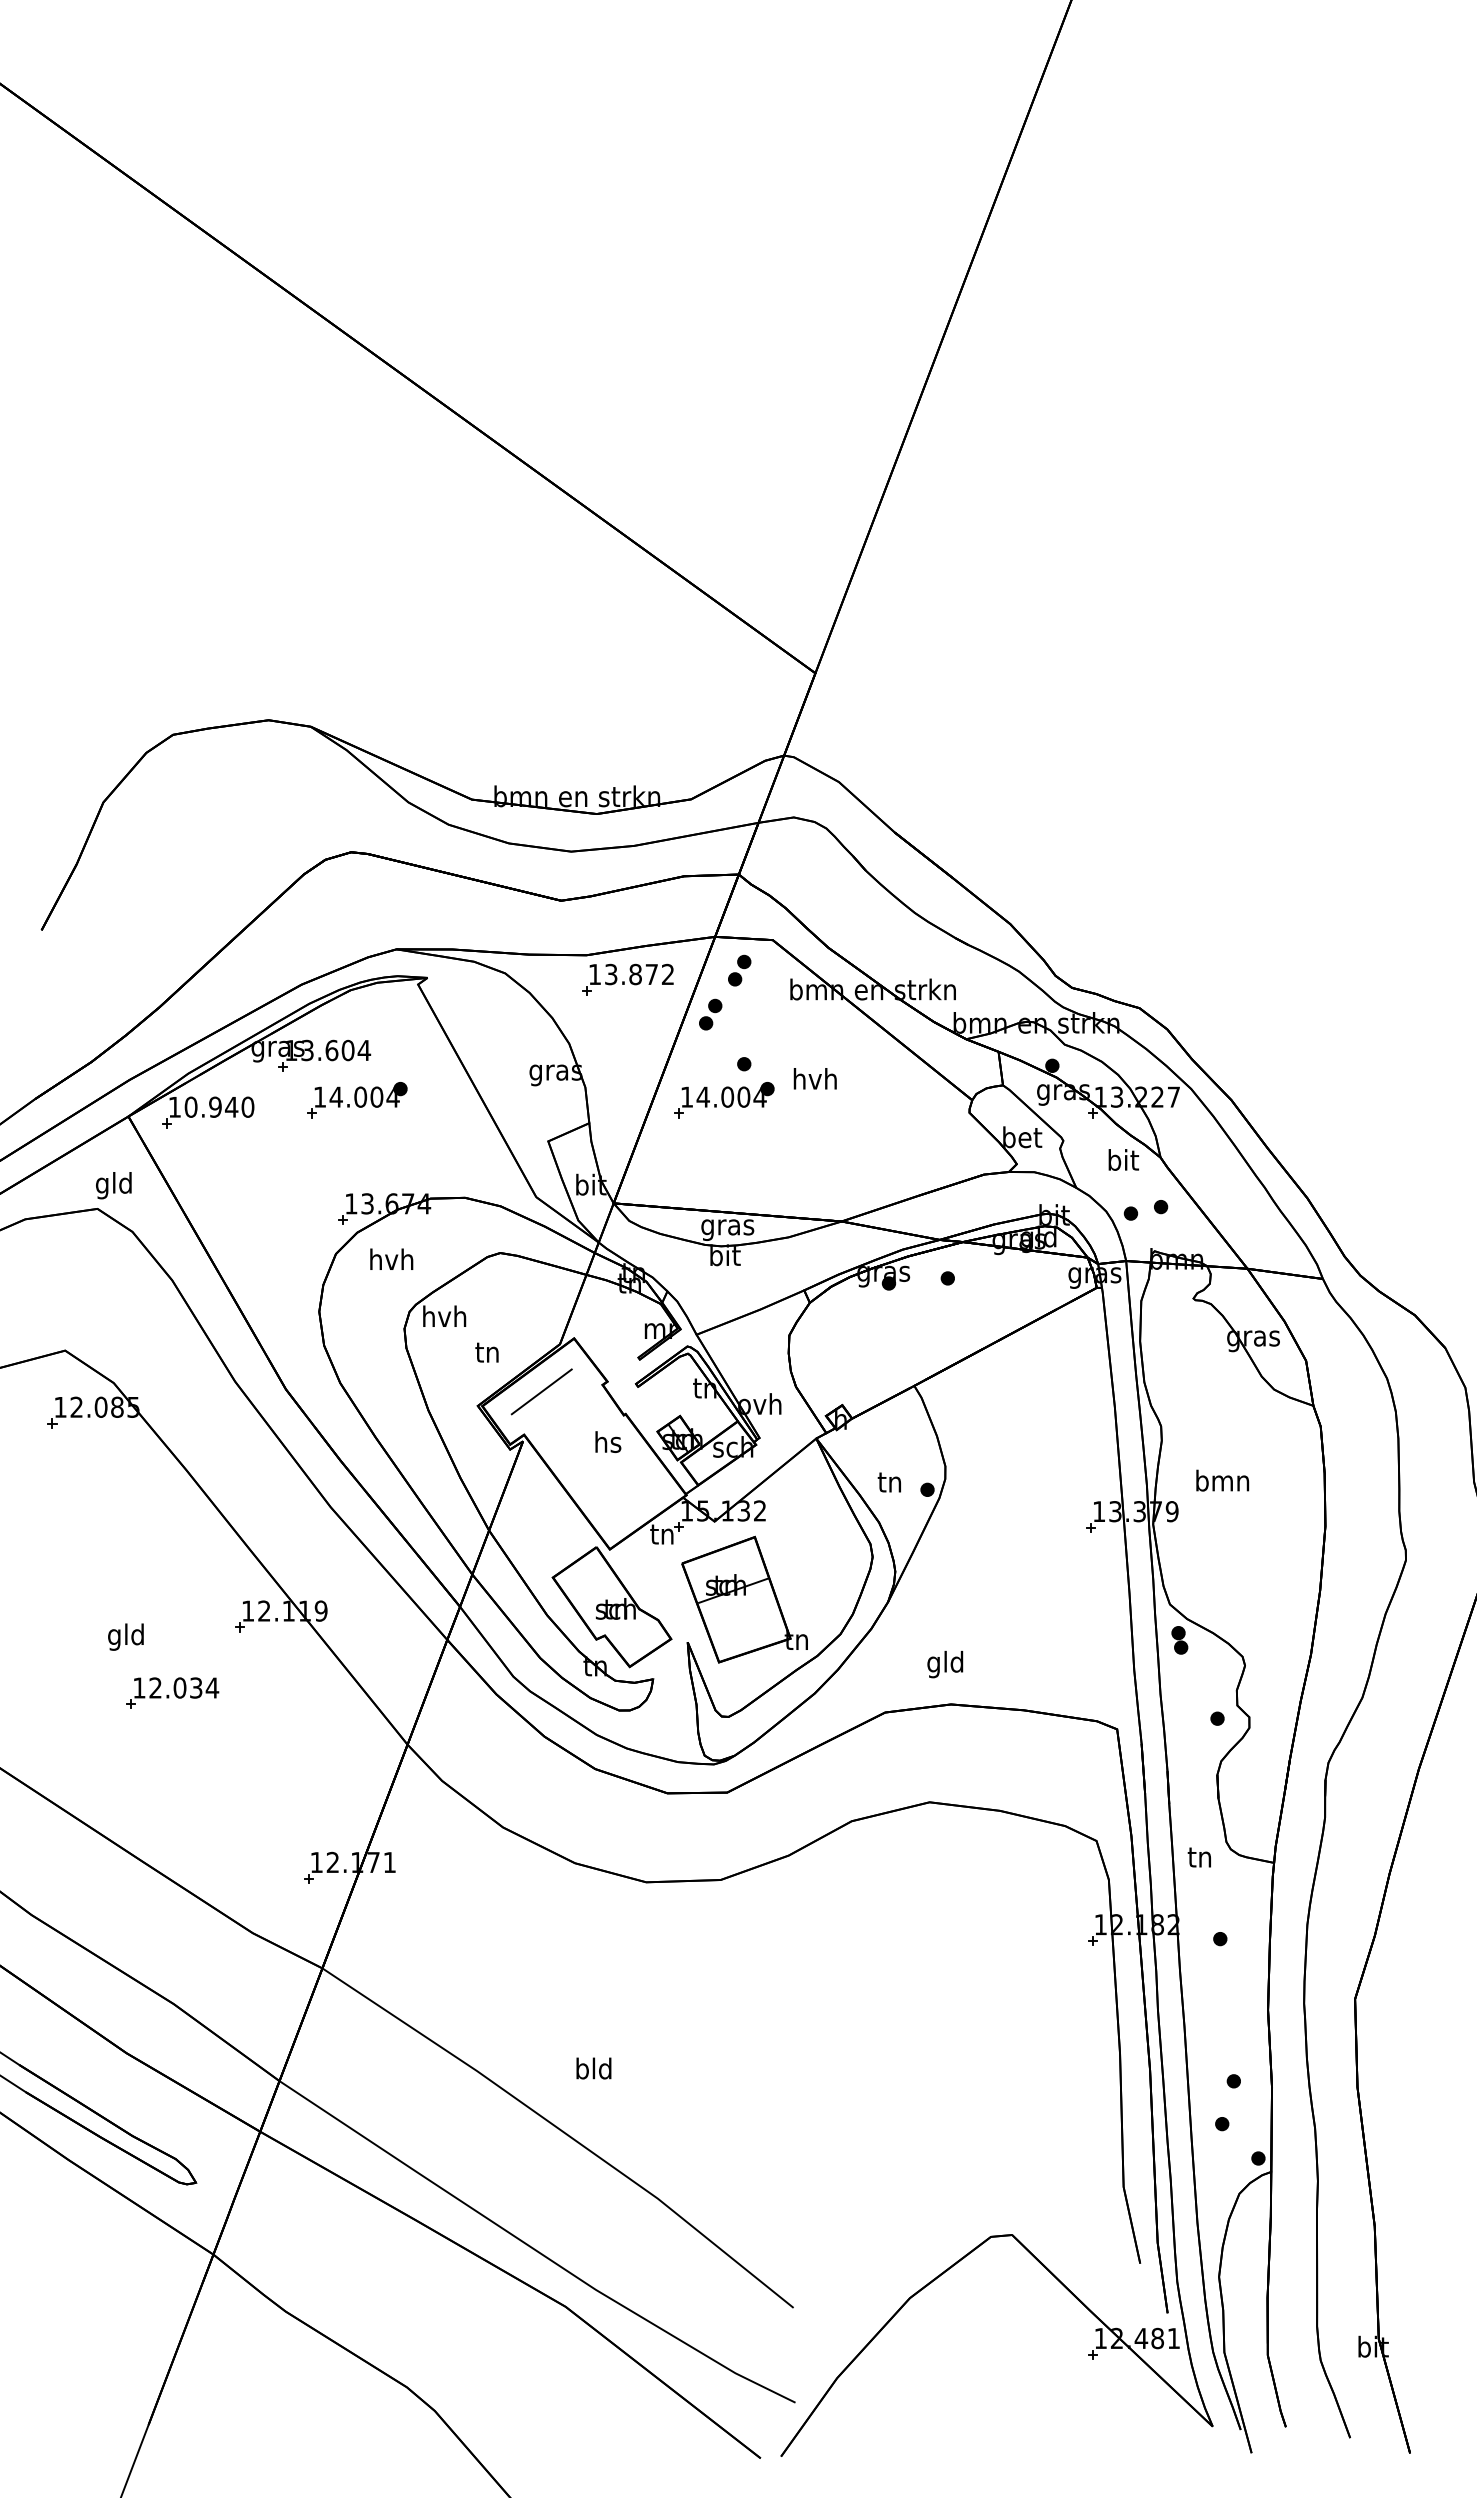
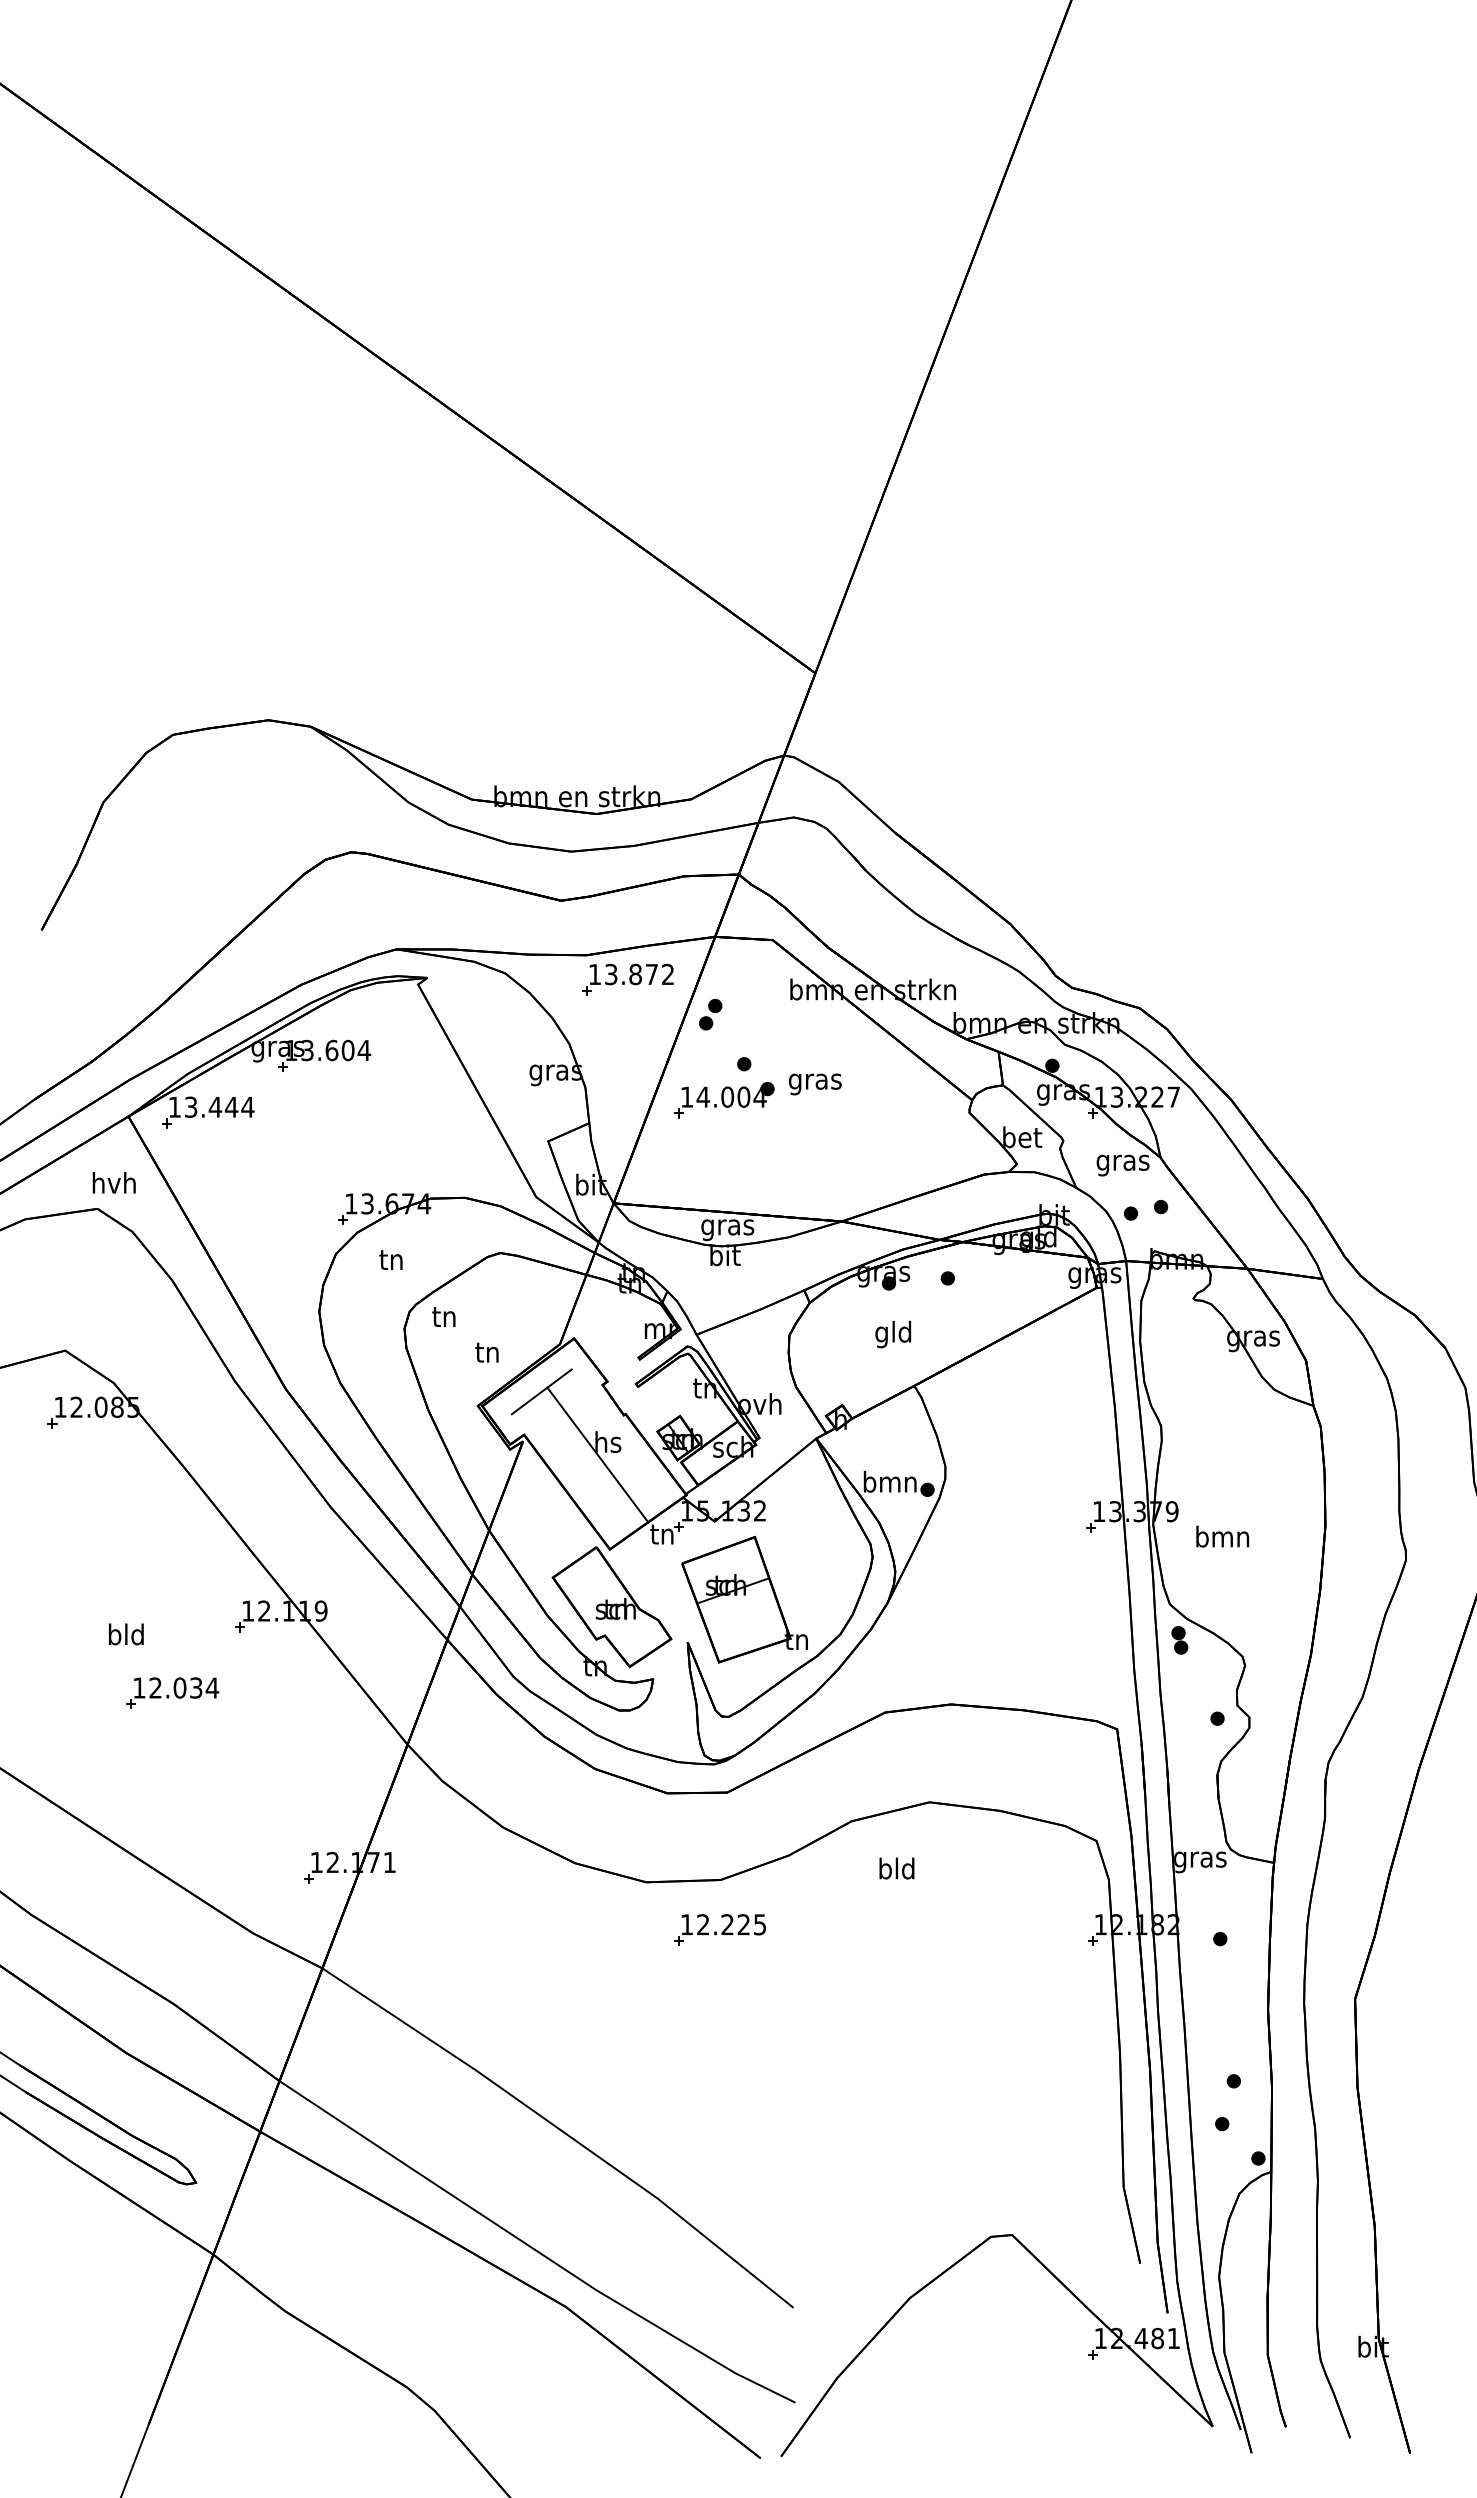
part at (739, 970): present -> none
text at (814, 1081): hvh -> gras
part at (357, 1100): present -> none
text at (219, 1106): 10.940 -> 13.444
text at (1122, 1162): bit -> gras
text at (113, 1185): gld -> hvh
text at (391, 1258): hvh -> tn
text at (444, 1315): hvh -> tn
line at (597, 1454): none -> present
text at (1222, 1480) position: (1222, 1480) -> (1222, 1536)
text at (889, 1481): tn -> bmn
text at (114, 1636): gld -> bld
text at (945, 1664) position: (945, 1664) -> (893, 1334)
text at (1200, 1860): tn -> gras
part at (719, 1929): none -> present
text at (593, 2068) position: (593, 2068) -> (896, 1868)
